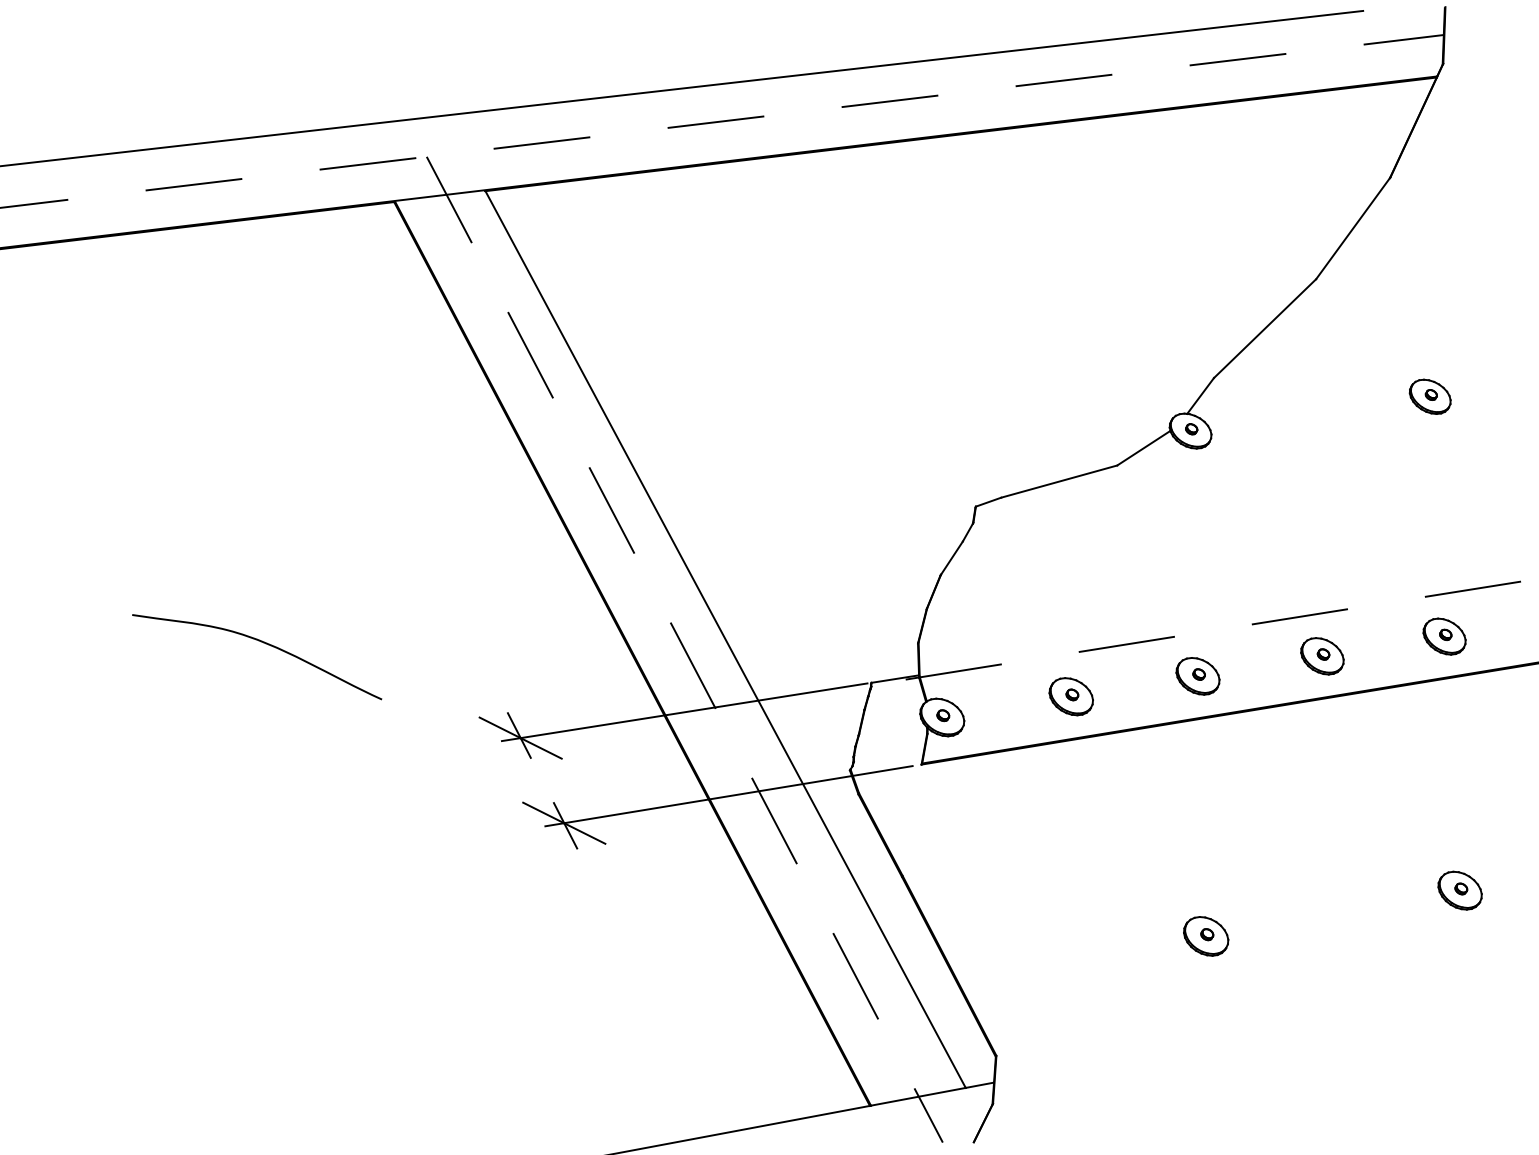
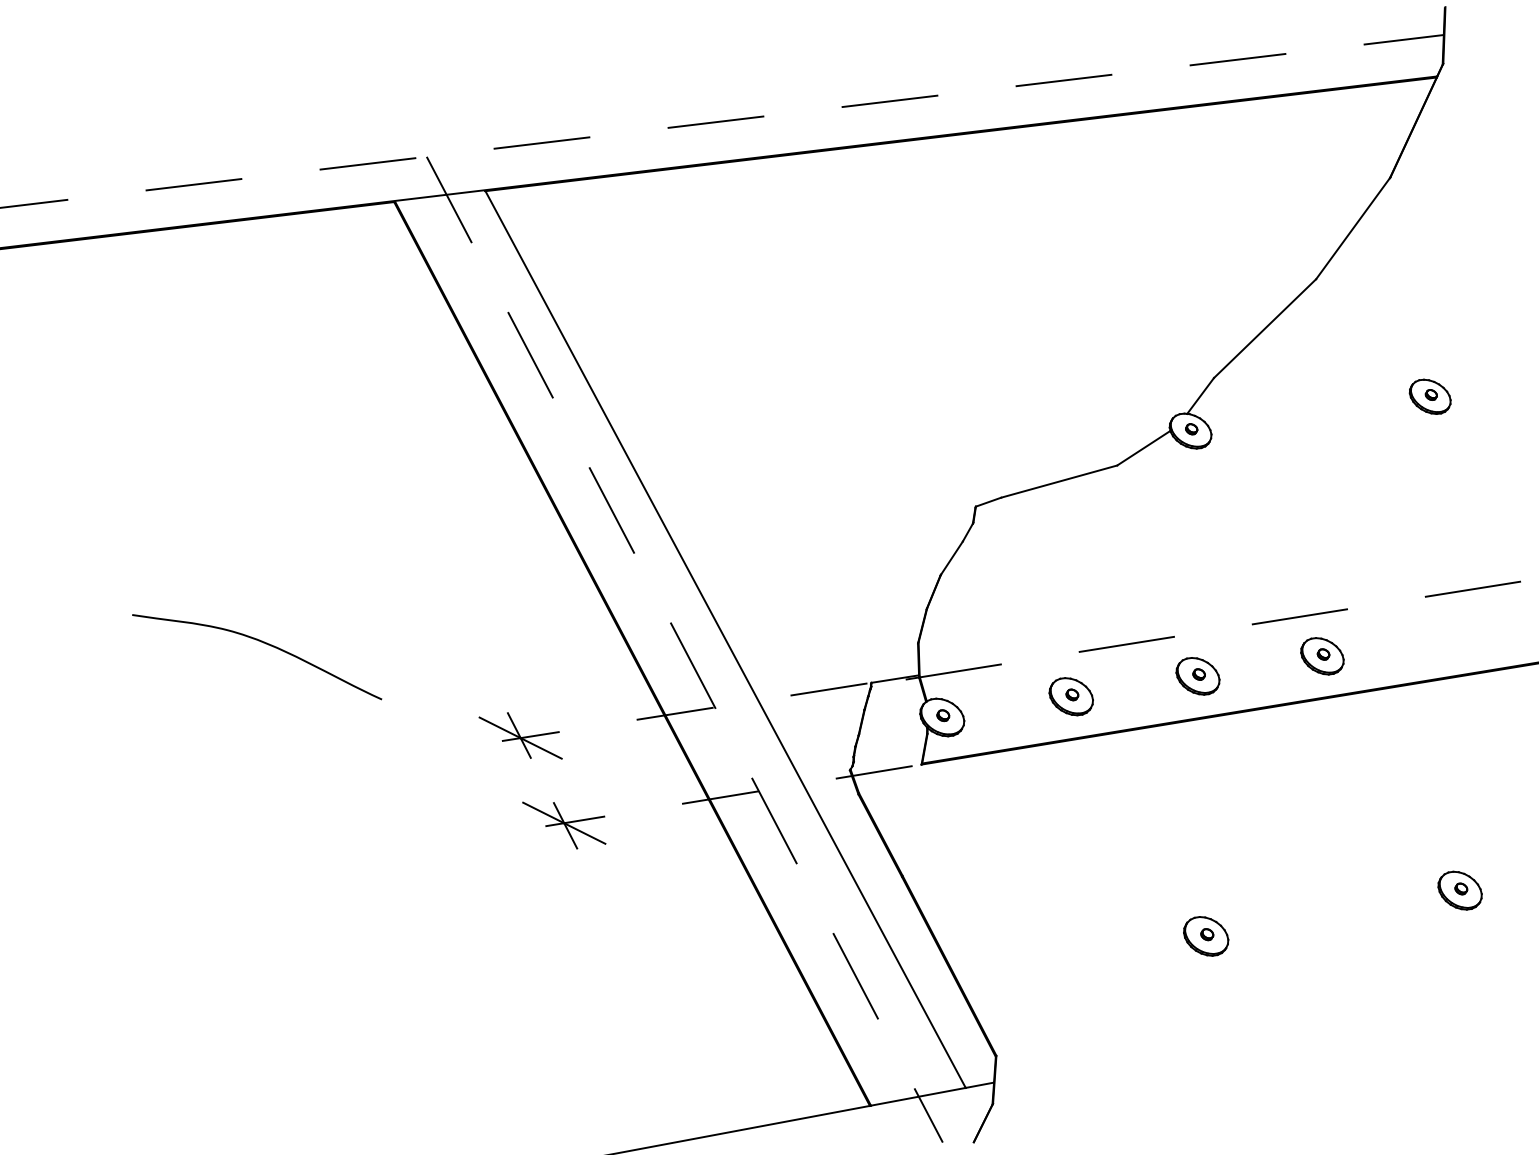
line at (682, 88): present -> none
part at (1444, 636): present -> none
line at (684, 712): solid -> dashed
line at (728, 796): solid -> dashed
